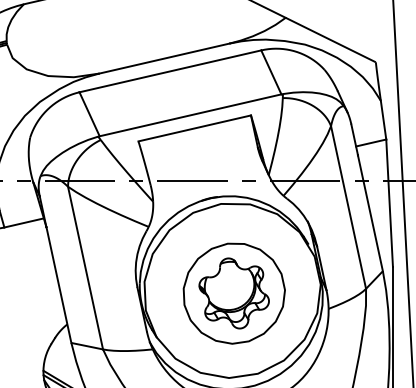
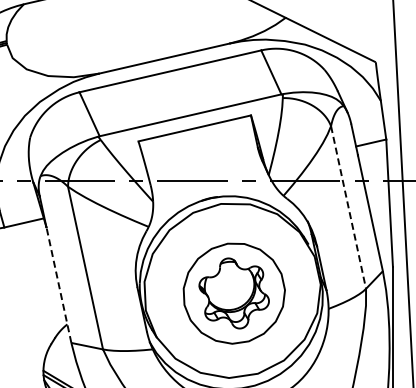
line at (348, 207): solid -> dashed
line at (58, 284): solid -> dashed
